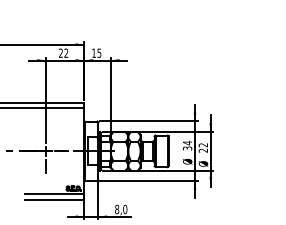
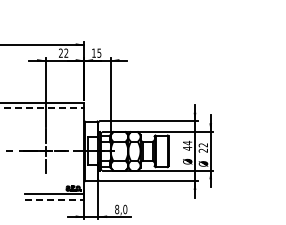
line at (42, 108): solid -> dashed
text at (187, 148): 34 -> 44
line at (54, 199): solid -> dashed
